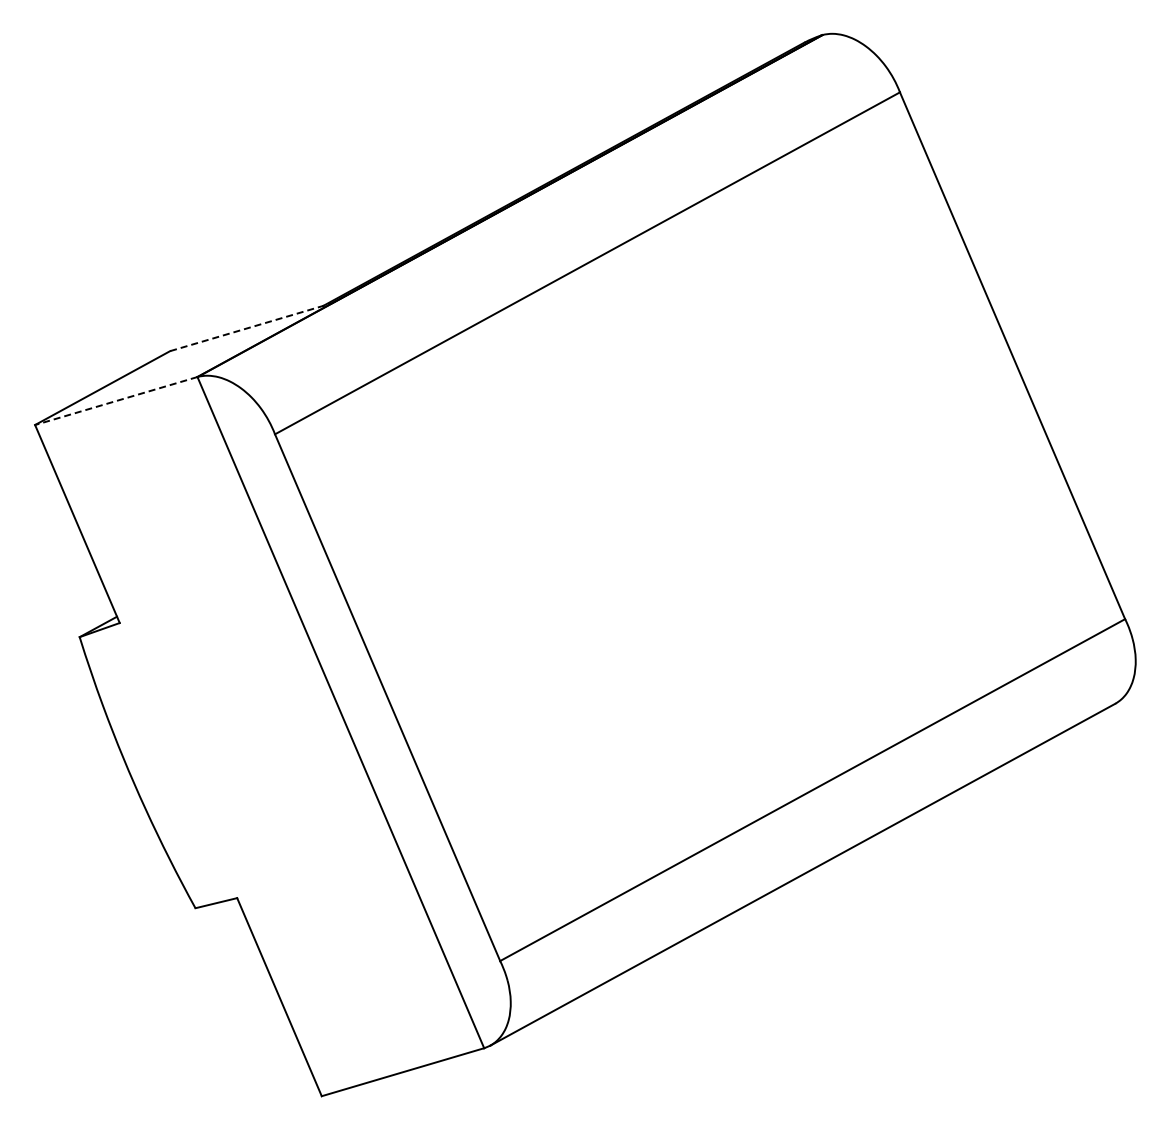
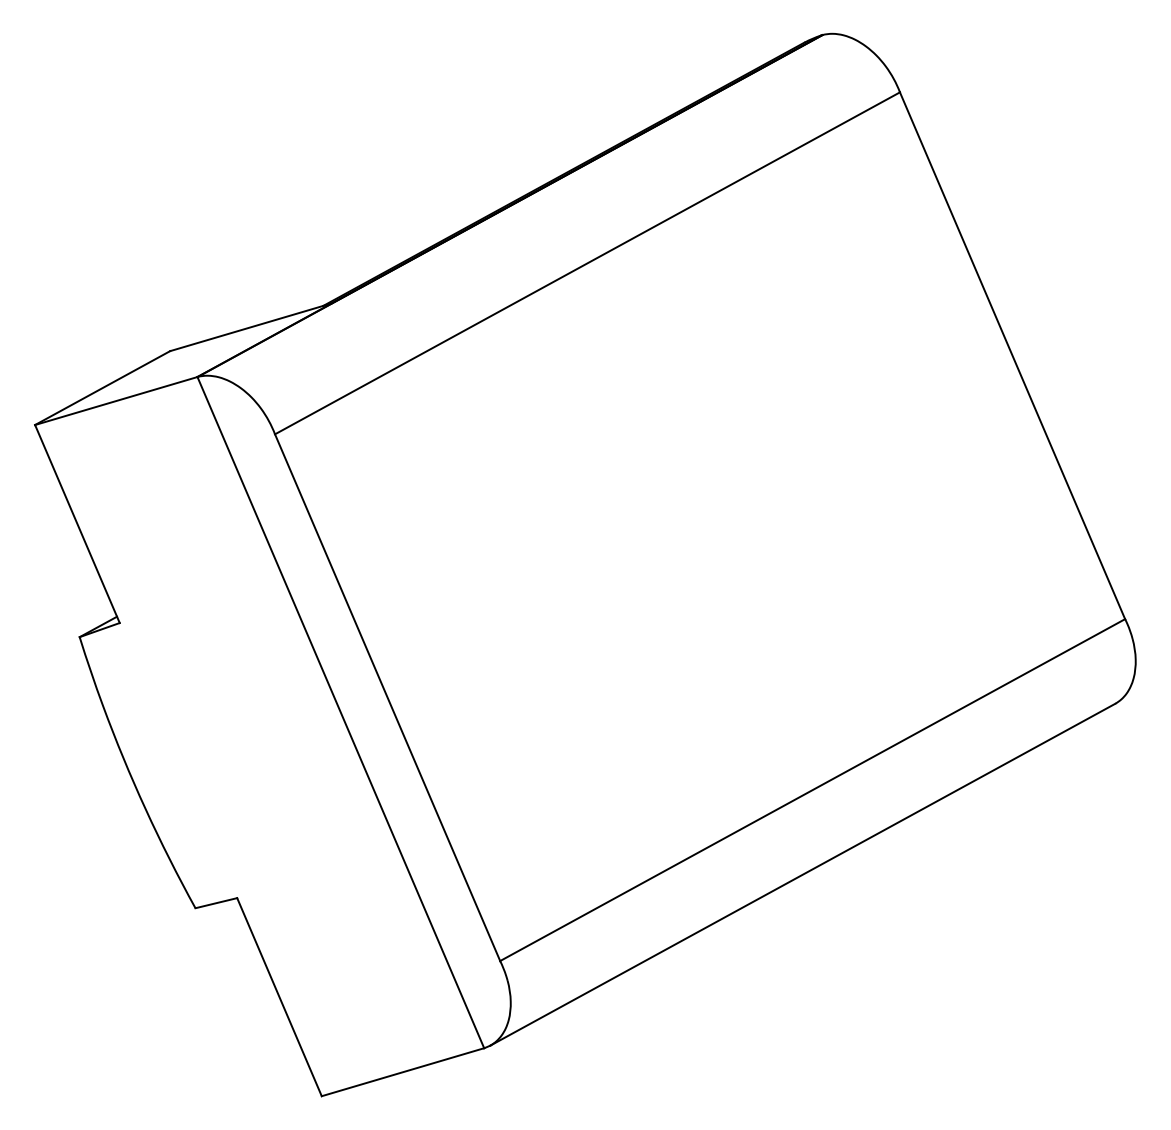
line at (250, 327): dashed -> solid
line at (116, 401): dashed -> solid
